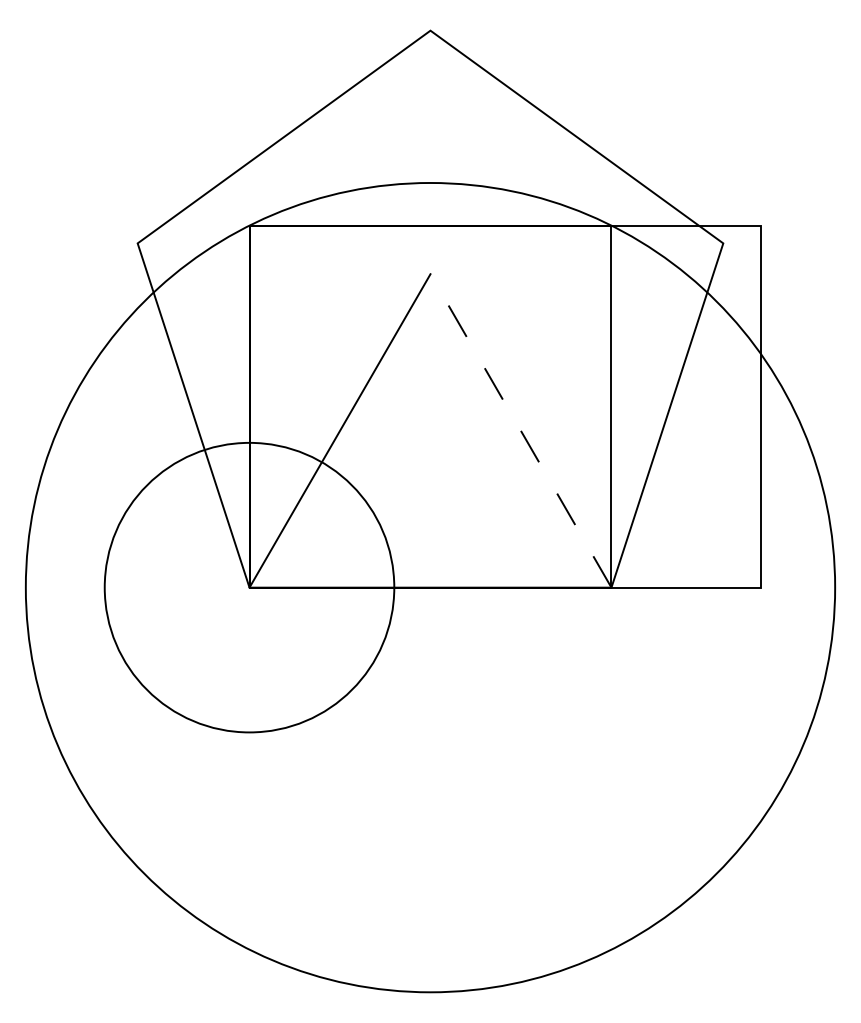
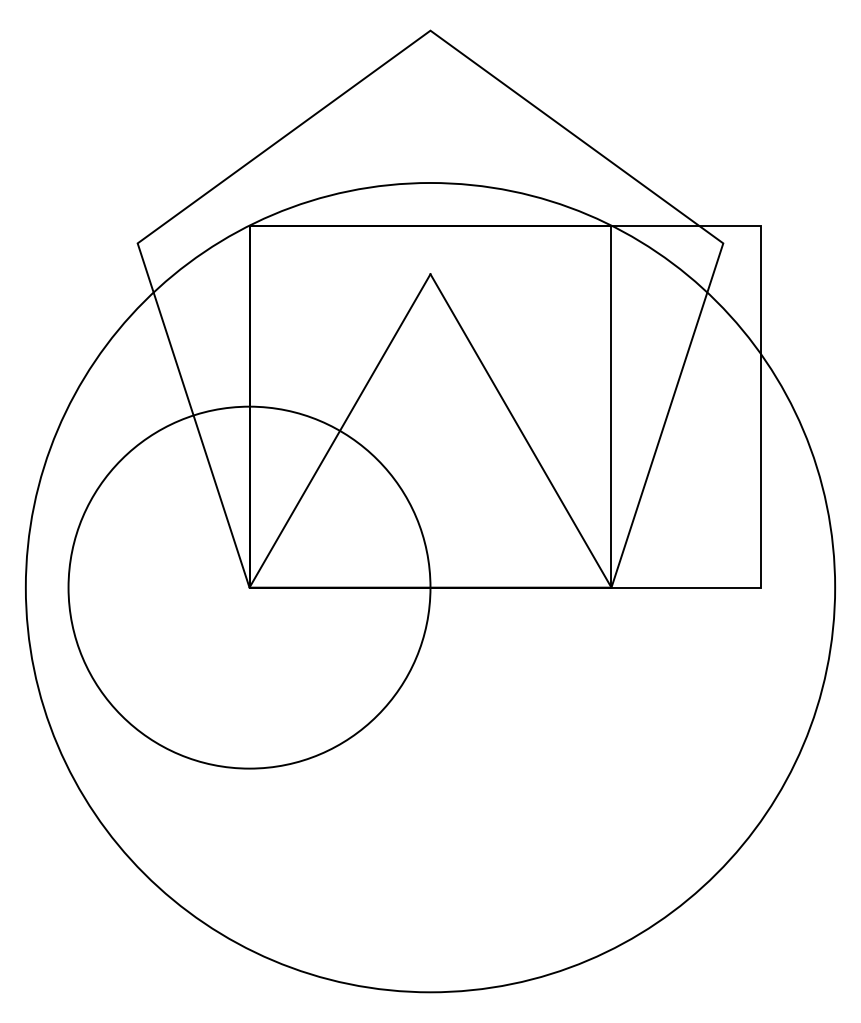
line at (520, 430): dashed -> solid
circle at (249, 587) diameter: 290 px -> 362 px
